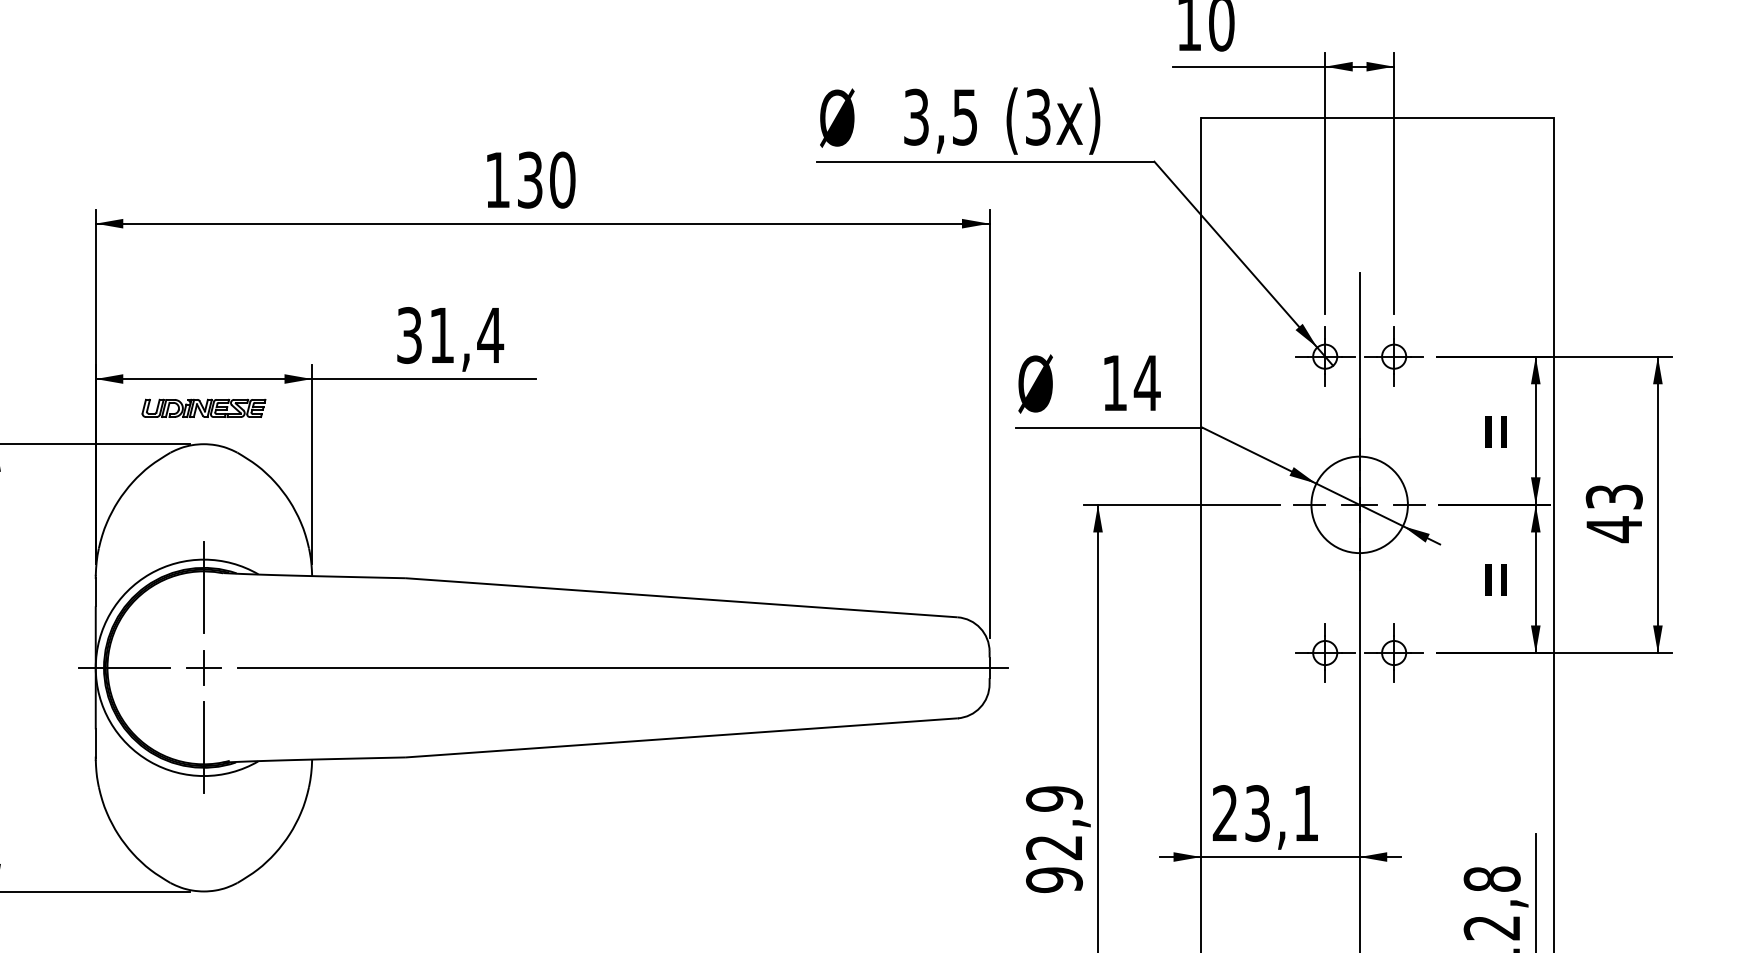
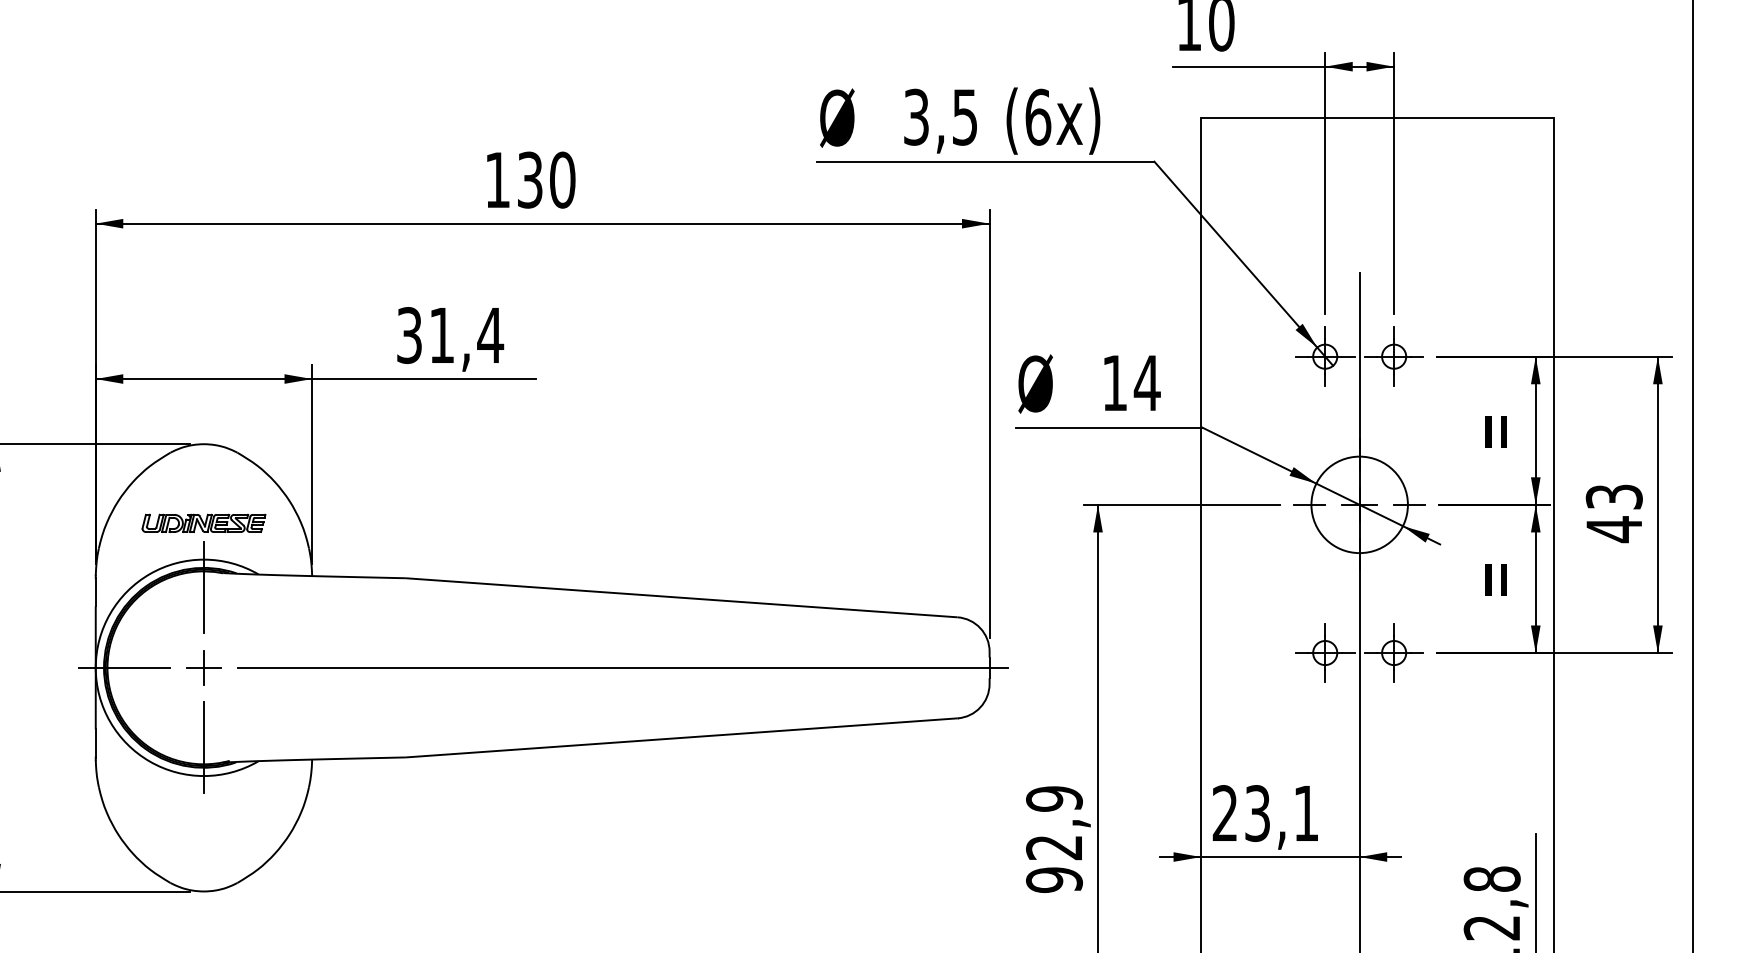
text at (1038, 116): (3x) -> (6x)
part at (203, 407) position: (203, 407) -> (203, 522)
line at (1692, 475): none -> present
